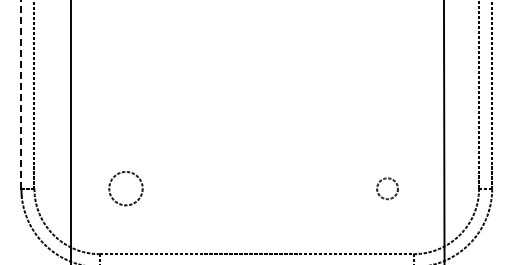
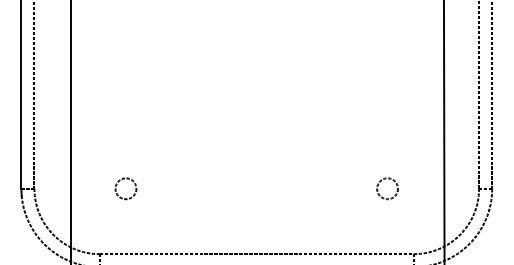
line at (21, 94): dashed -> solid
circle at (125, 188) size: 36x36 px -> 24x24 px
